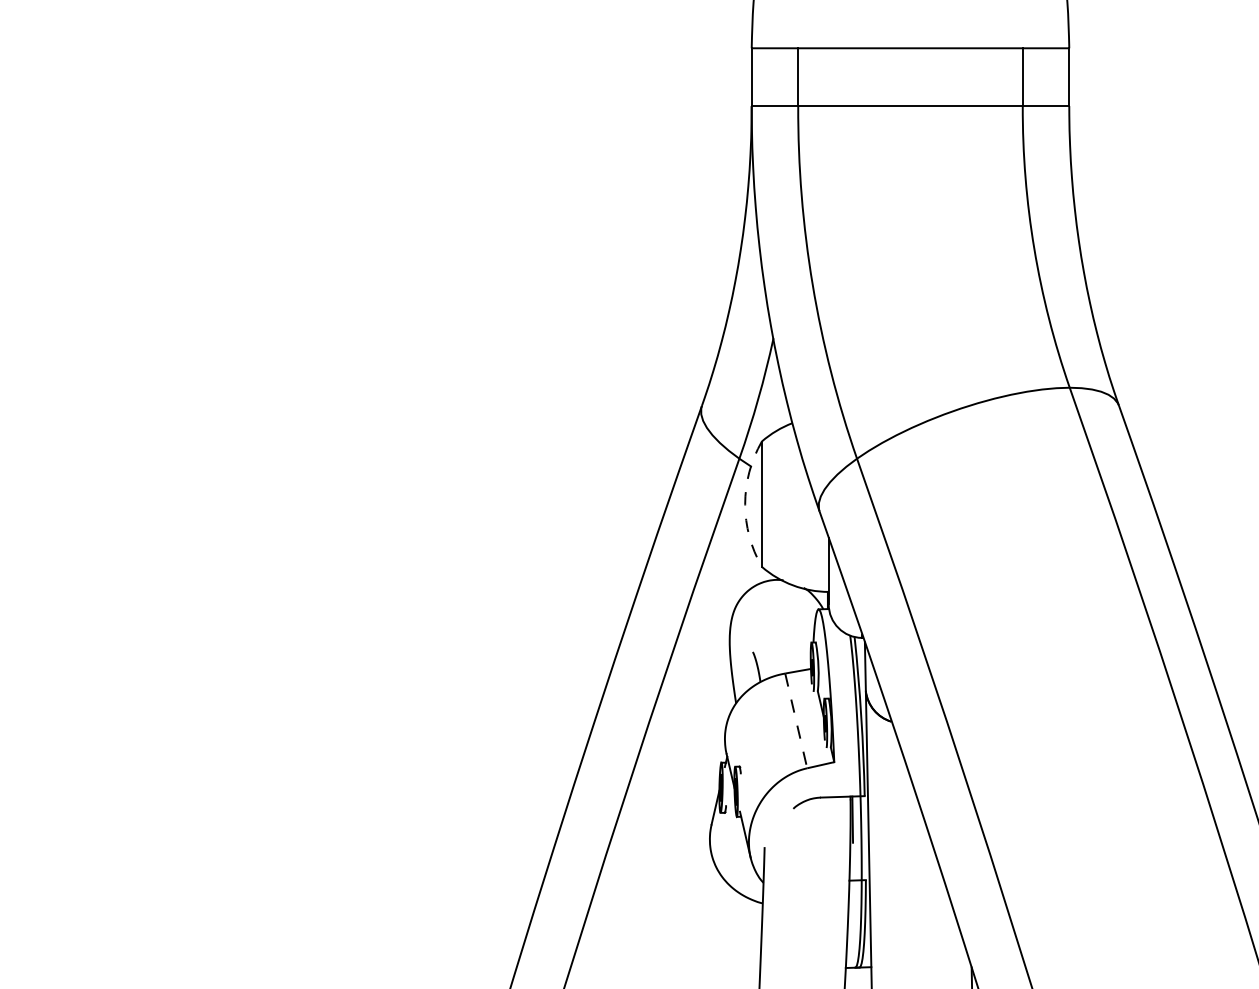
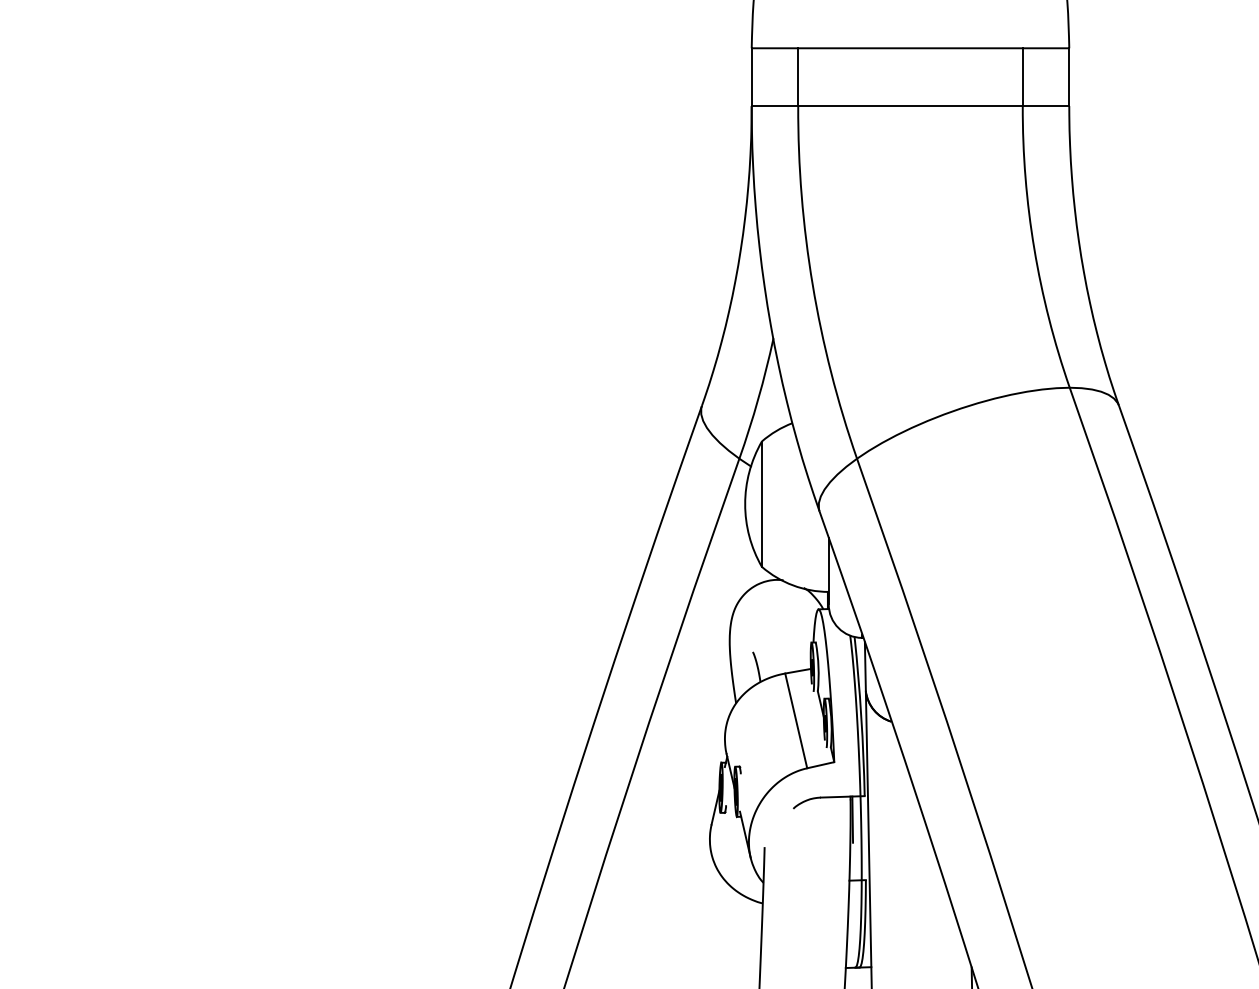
arc at (745, 504): dashed -> solid
line at (796, 720): dashed -> solid
